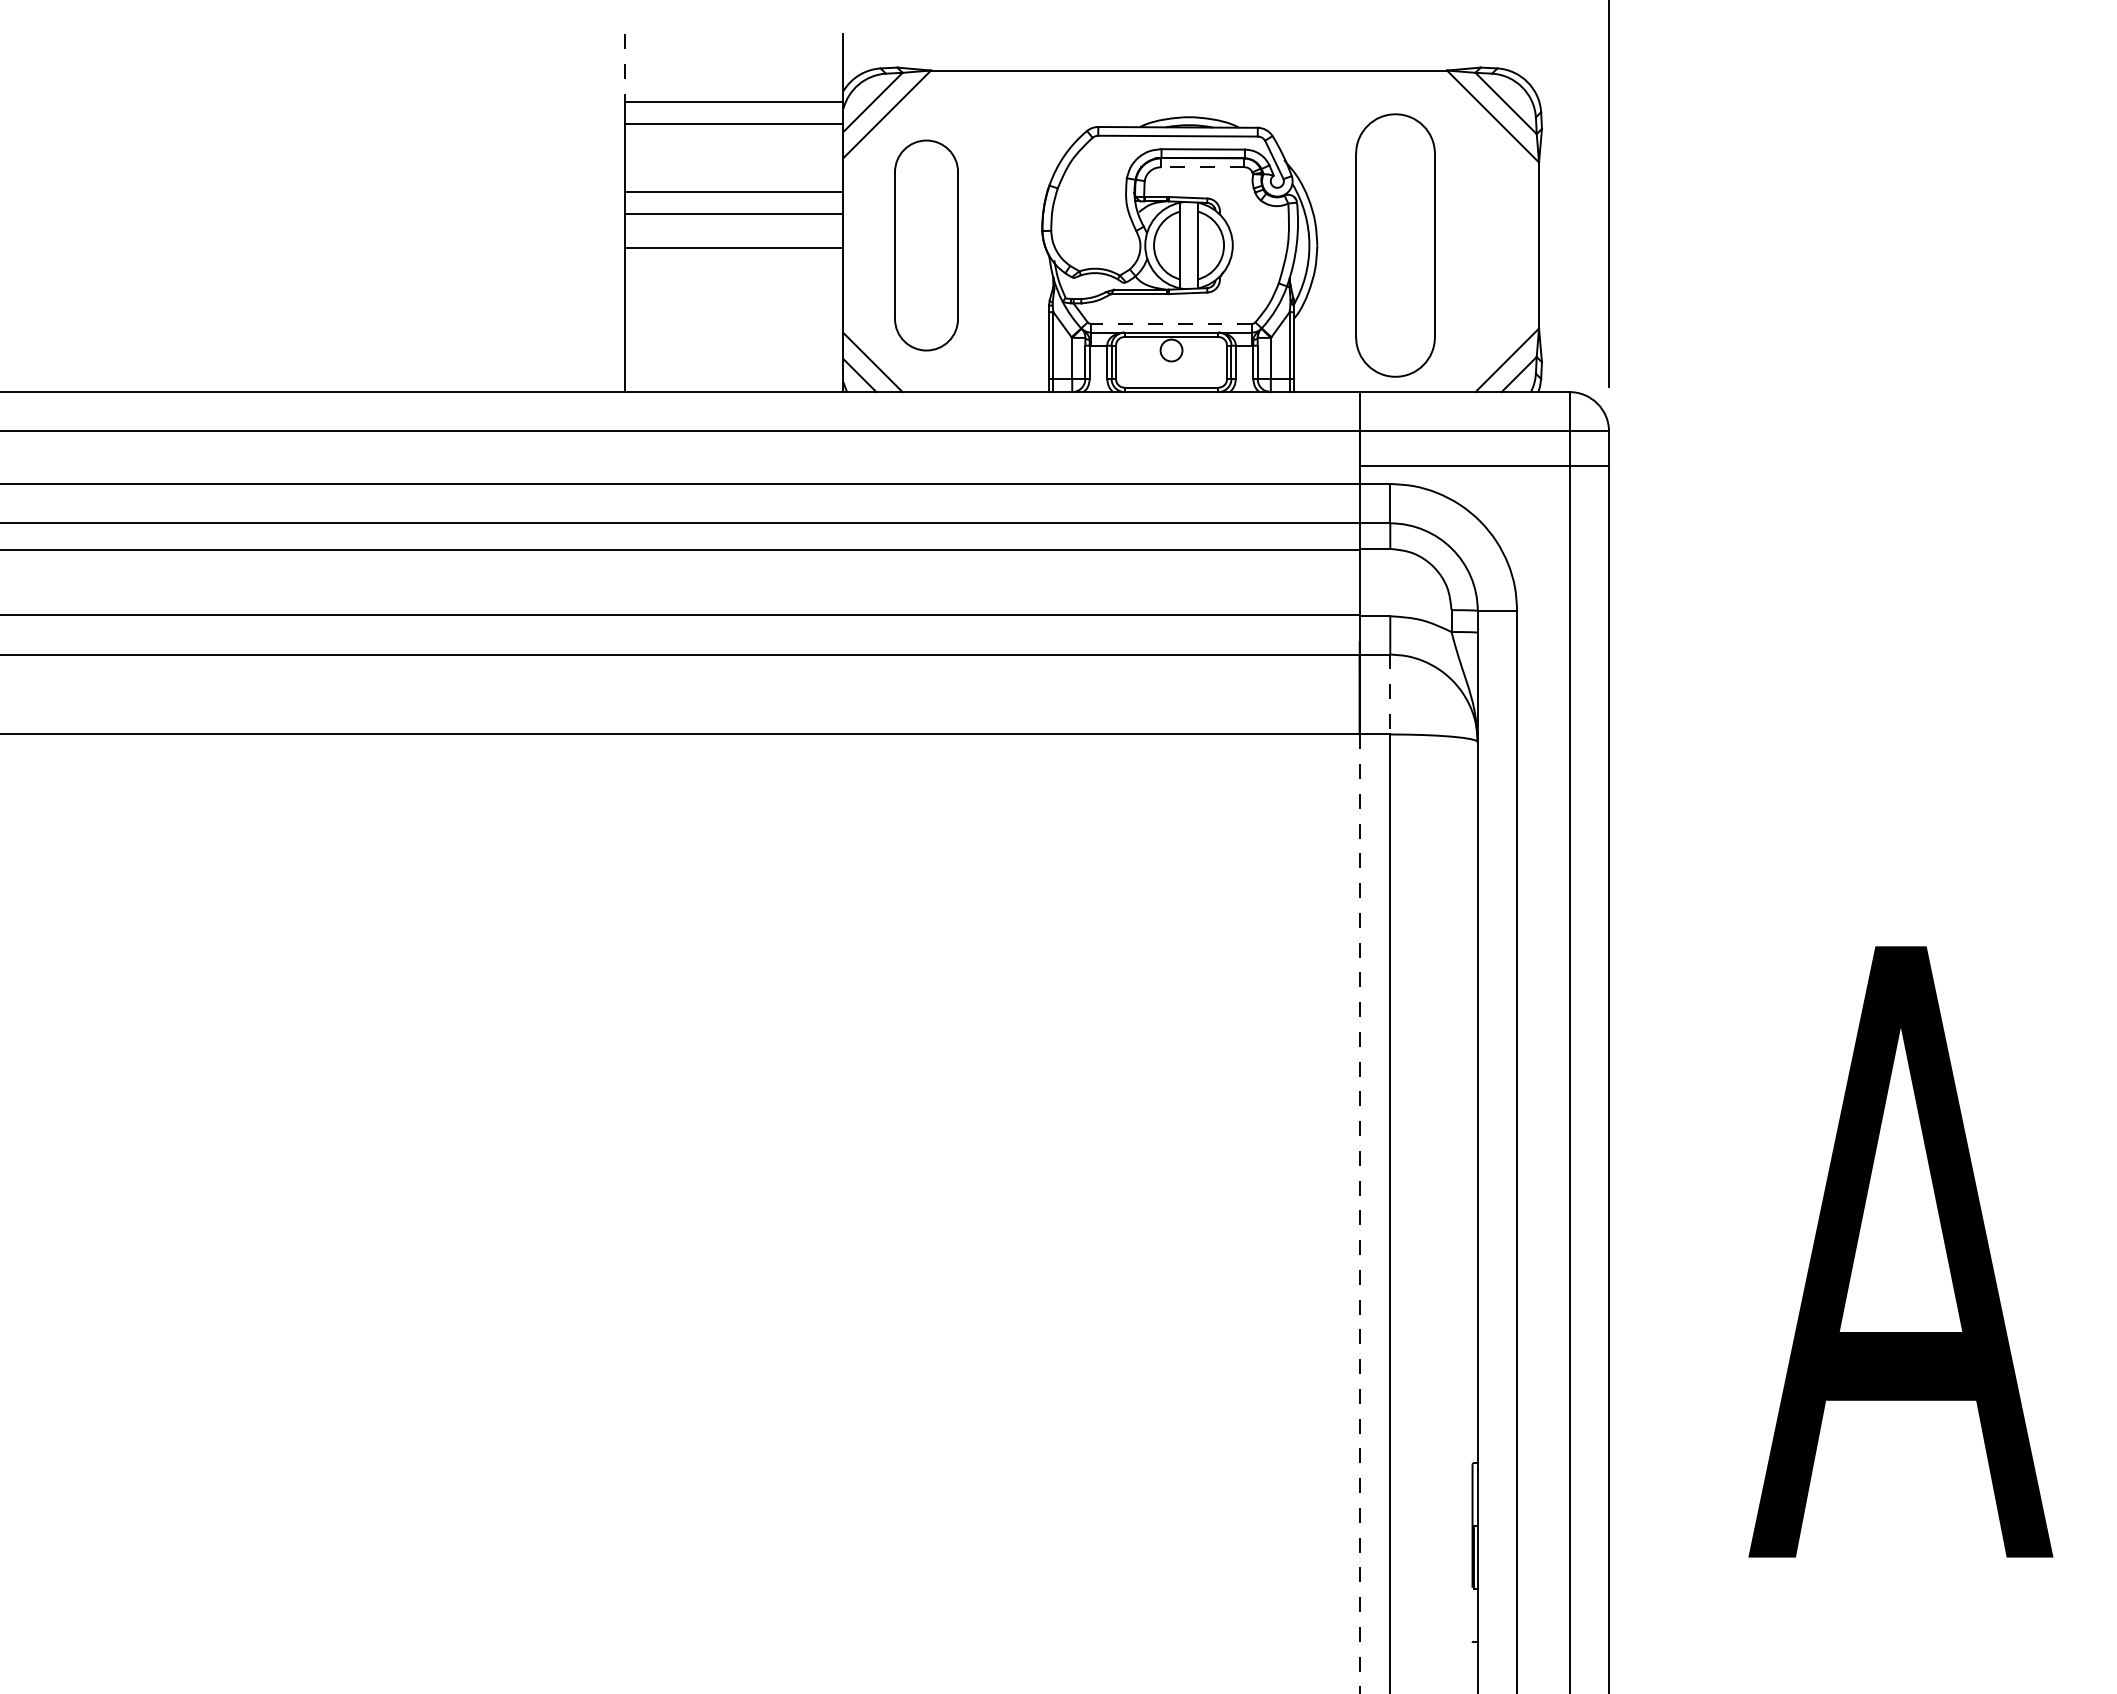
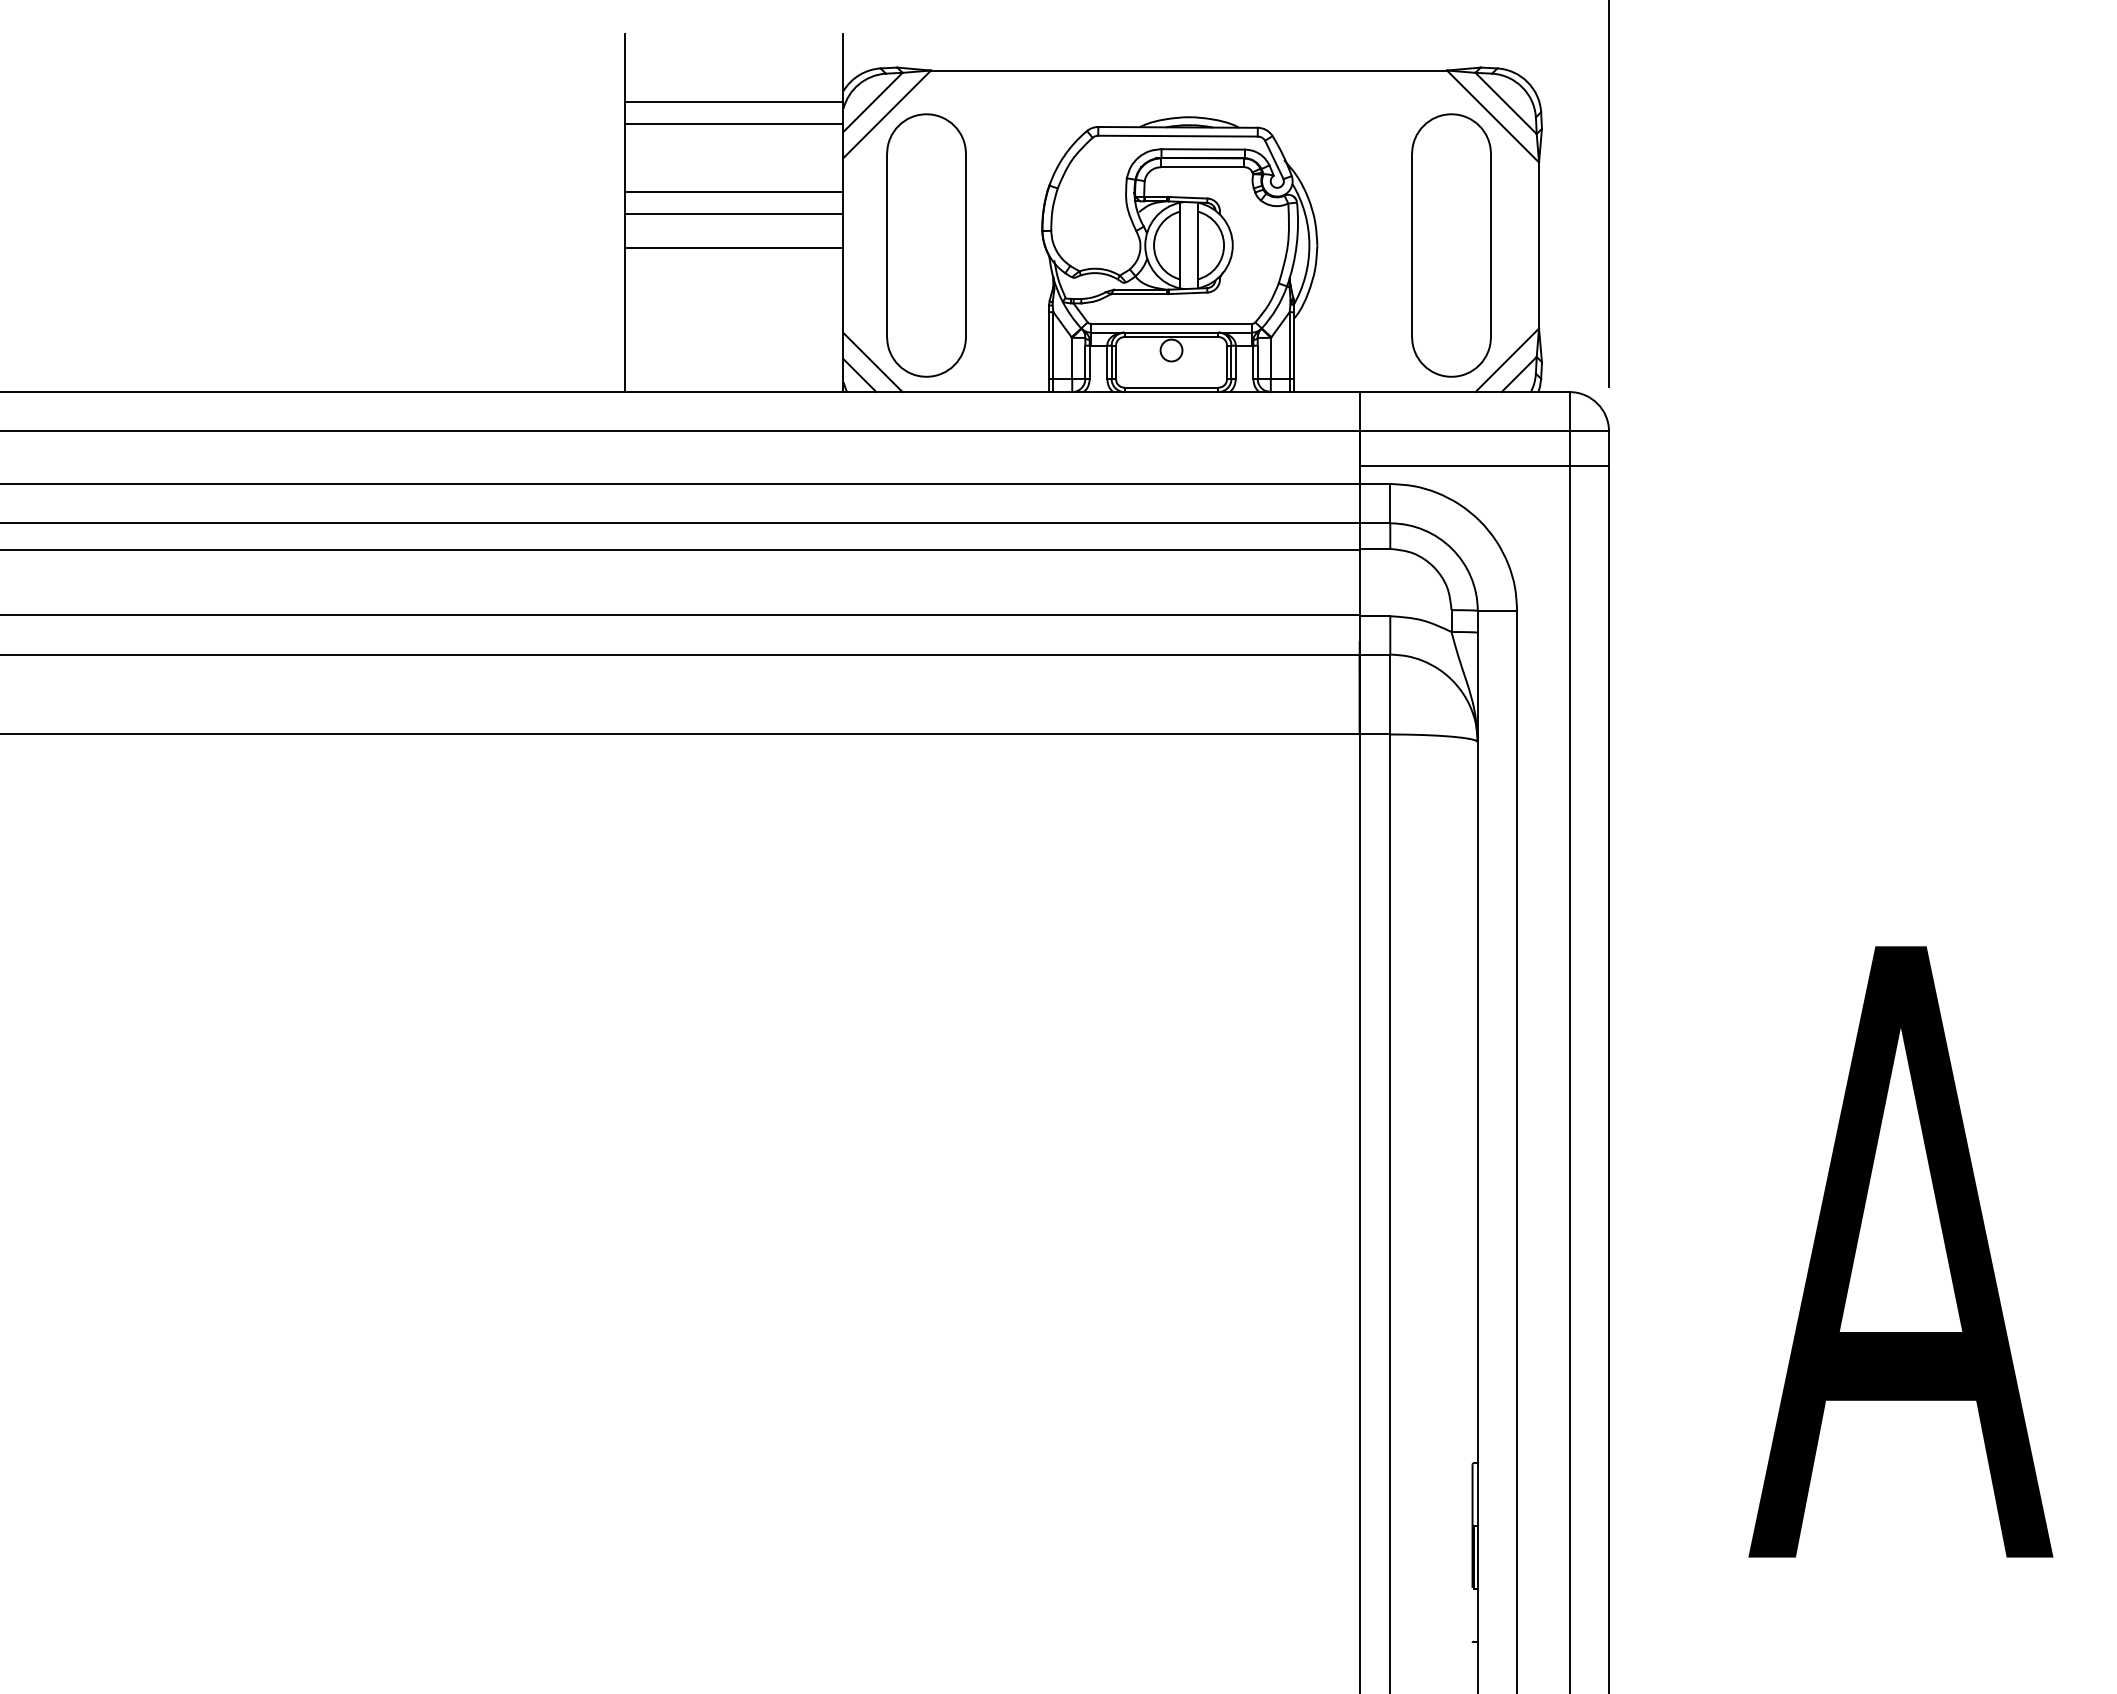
line at (624, 68): dashed -> solid
line at (1202, 167): dashed -> solid
part at (926, 245) size: 65x213 px -> 81x265 px
part at (1395, 245) position: (1395, 245) -> (1451, 245)
line at (1171, 323): dashed -> solid
line at (1390, 694): dashed -> solid
line at (1359, 1214): dashed -> solid
